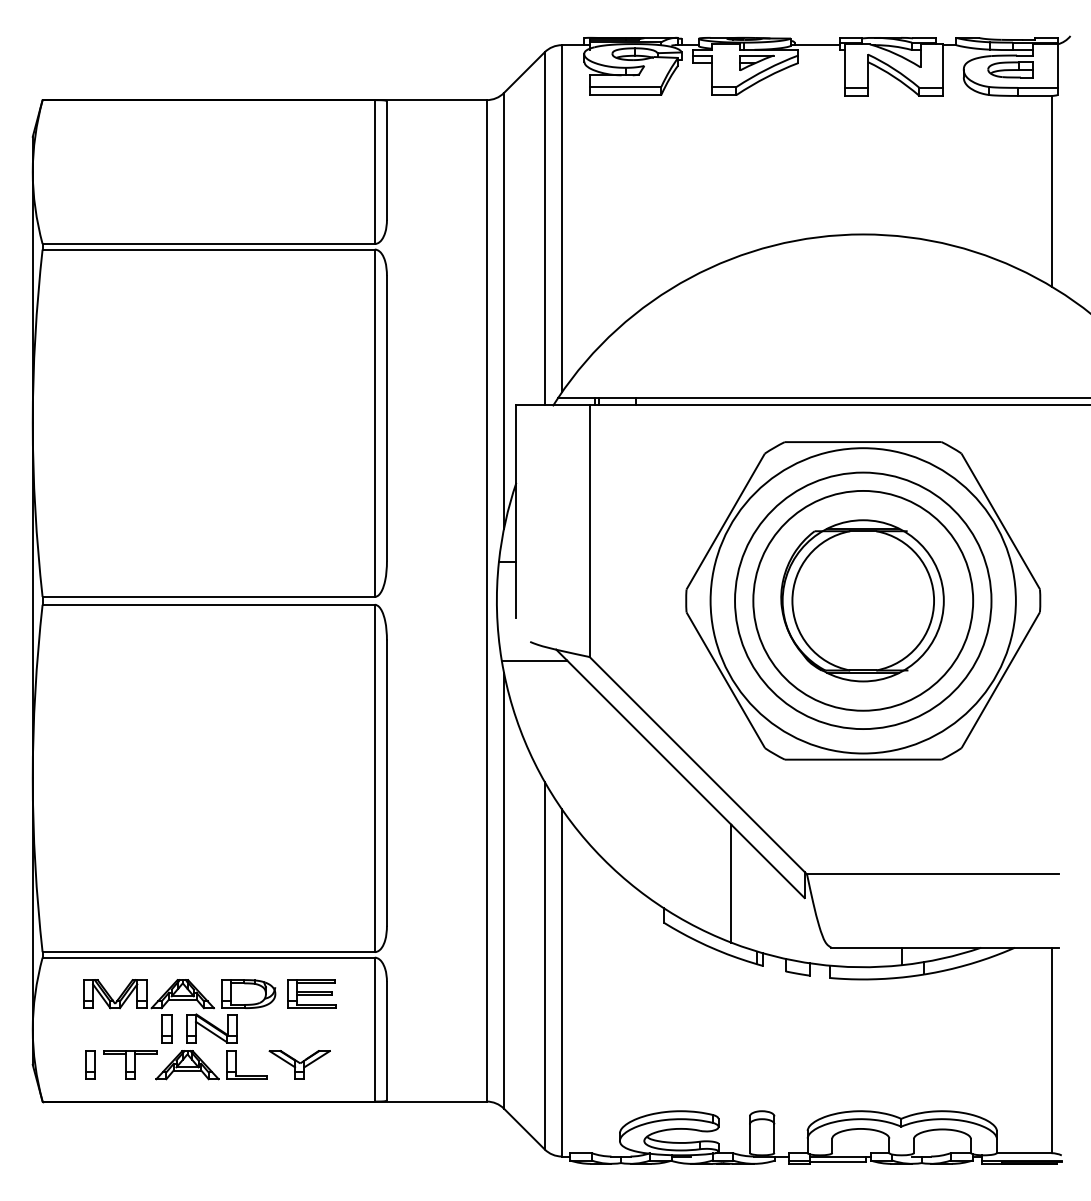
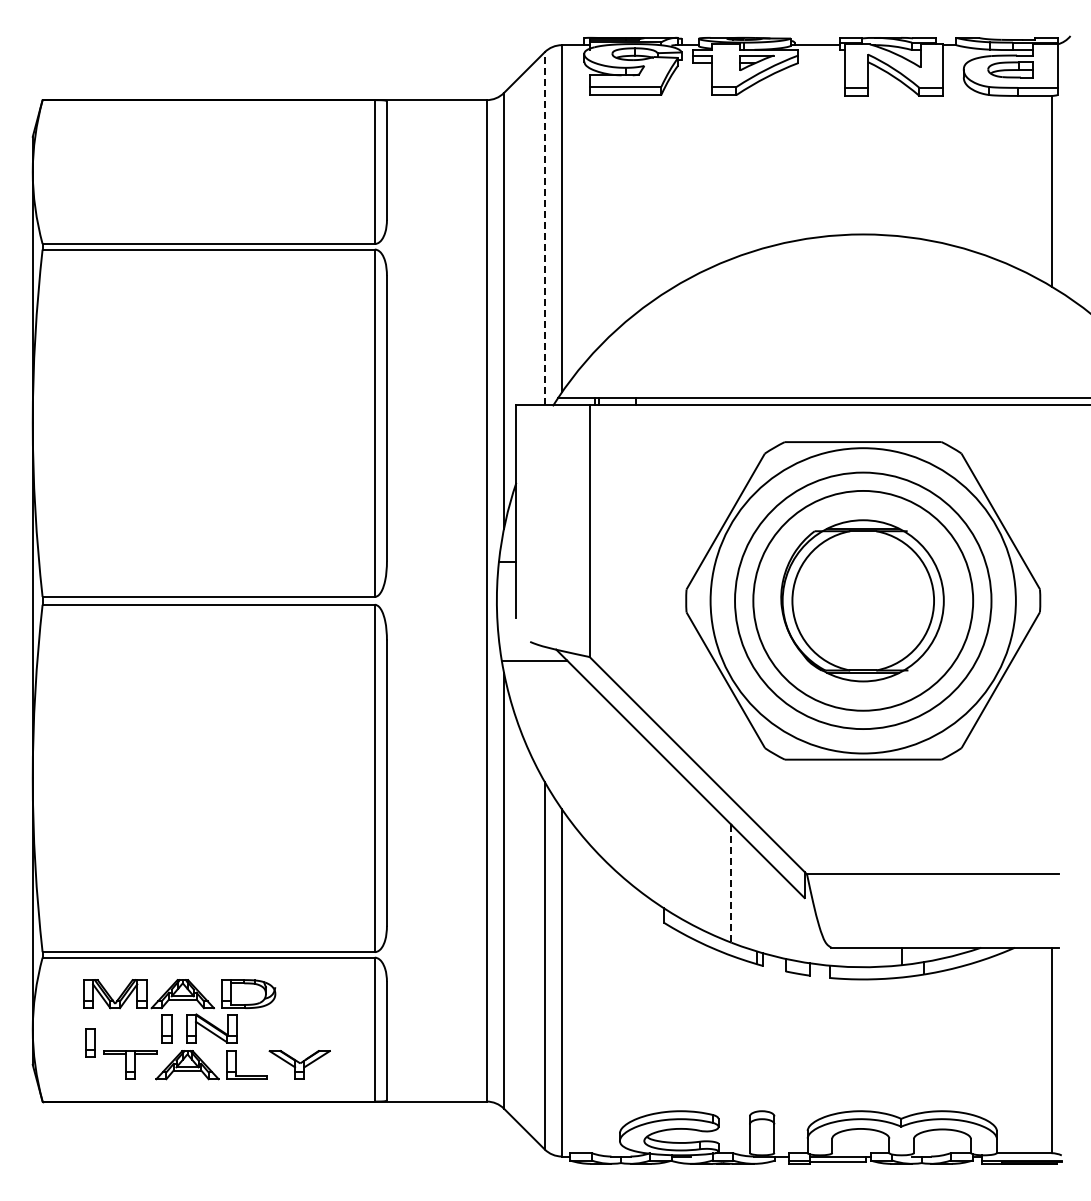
line at (544, 228): solid -> dashed
line at (731, 883): solid -> dashed
part at (311, 993): present -> none
part at (90, 1064) position: (90, 1064) -> (90, 1042)
